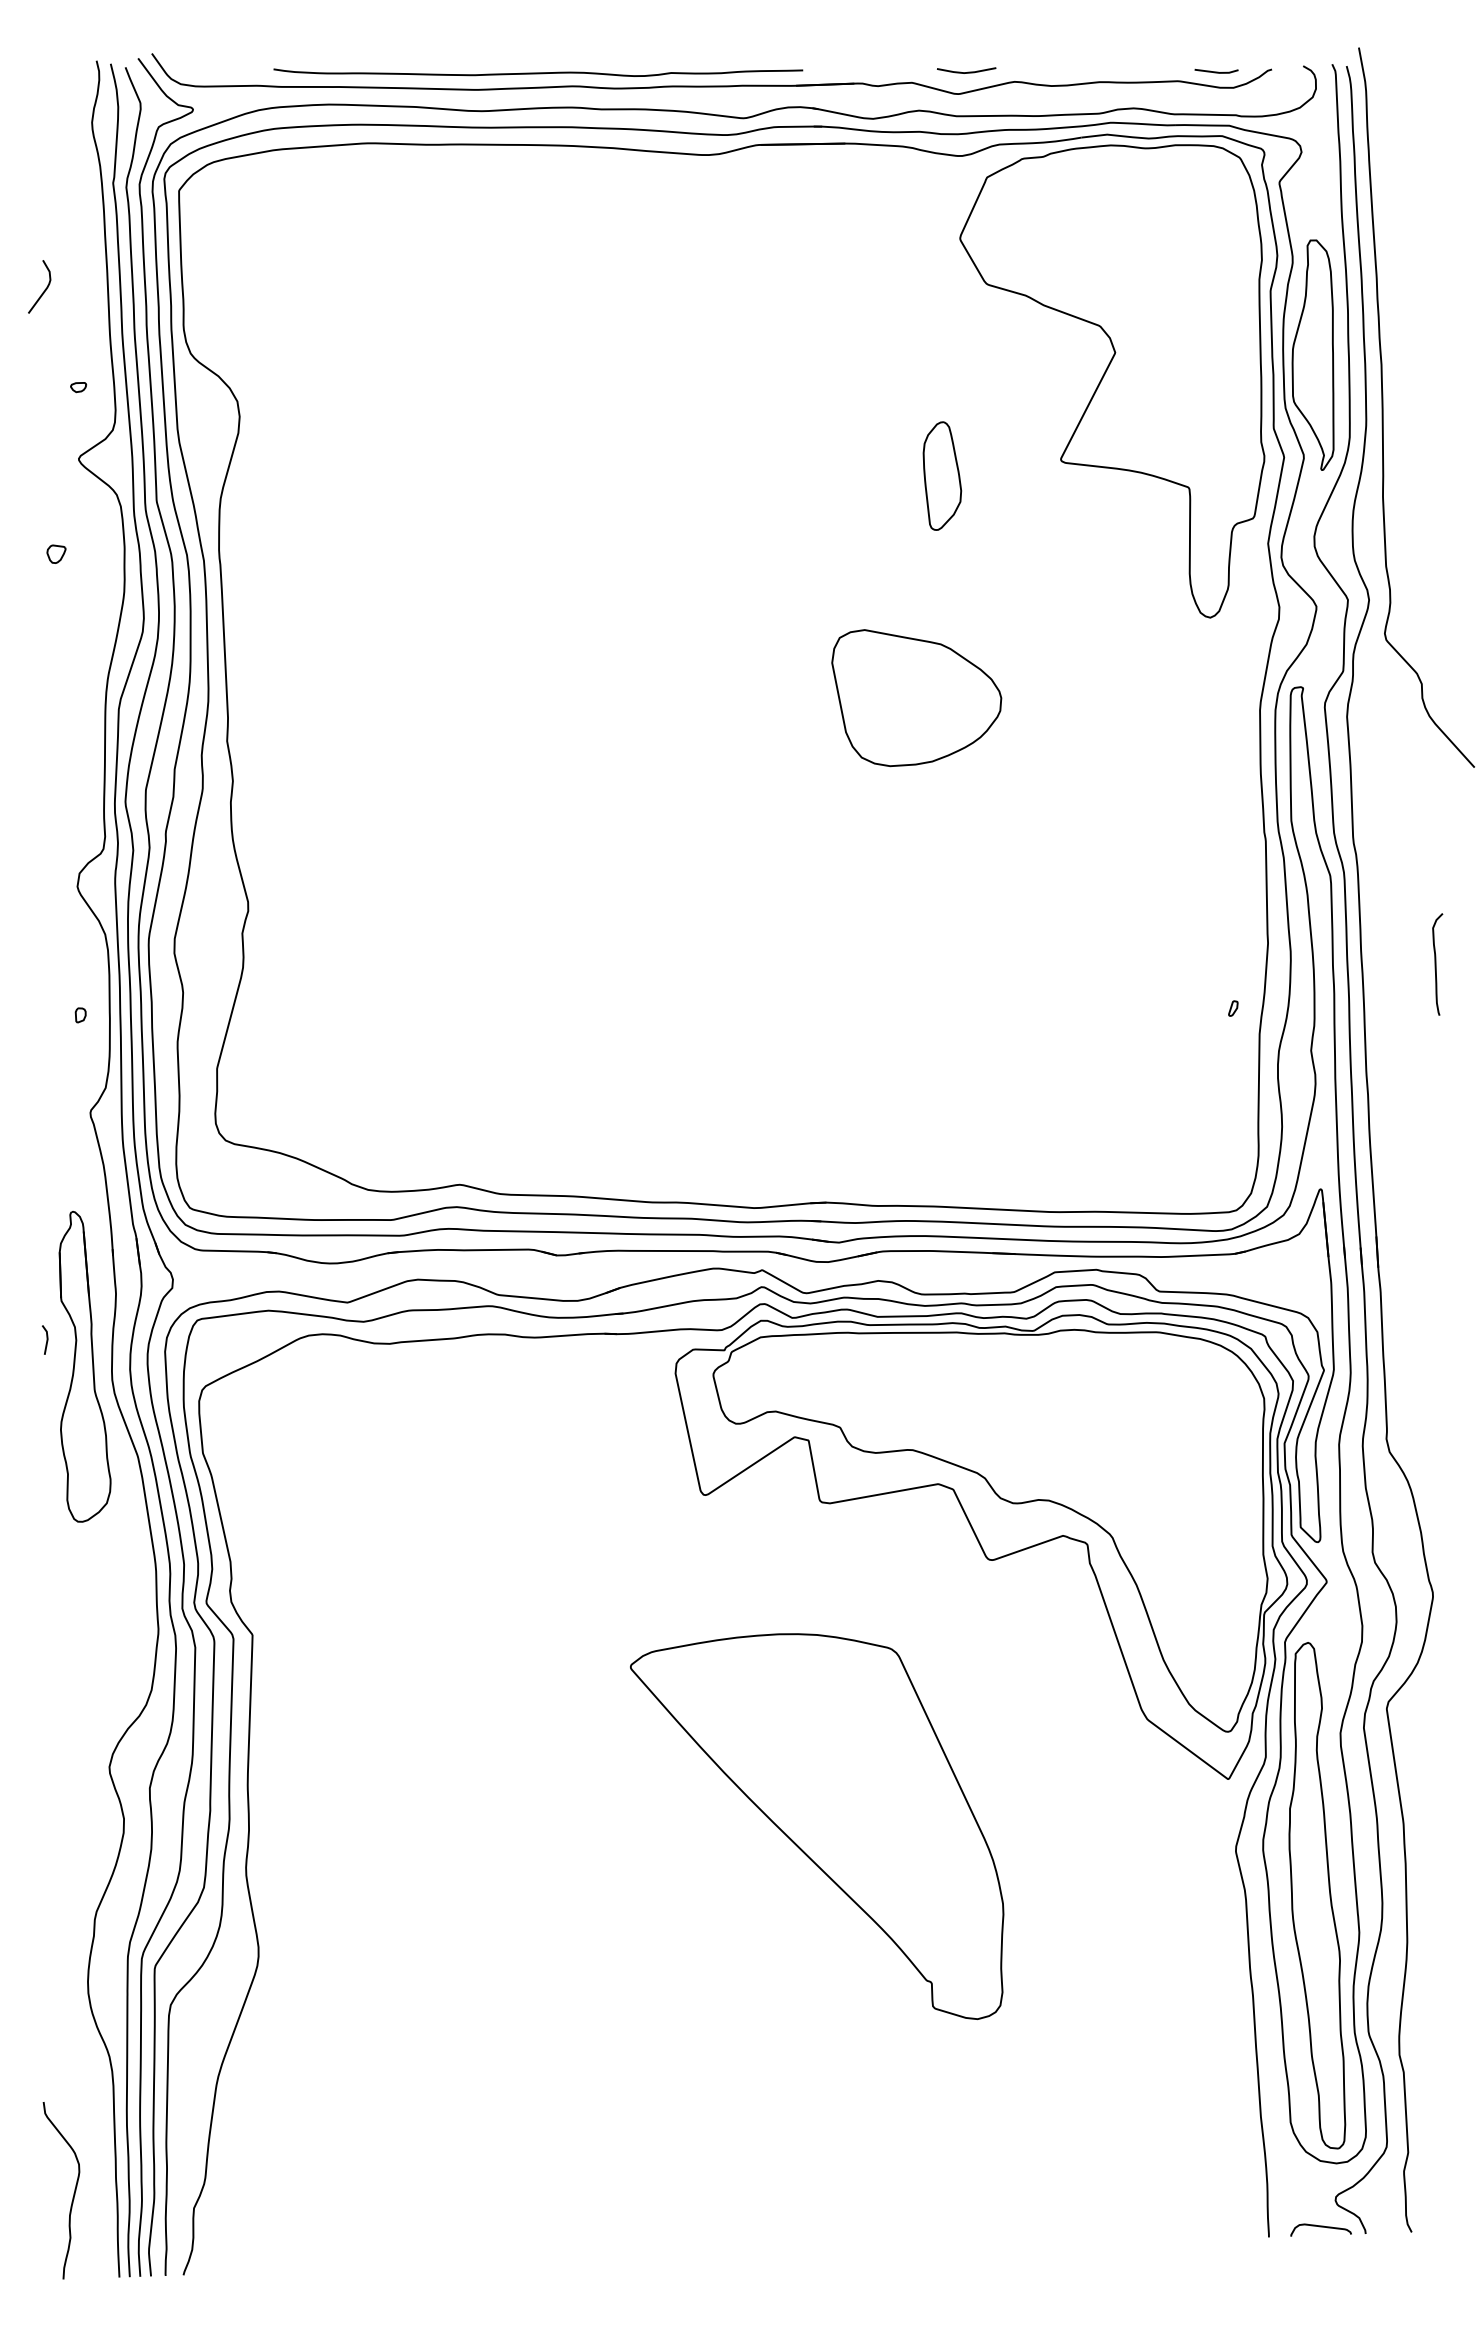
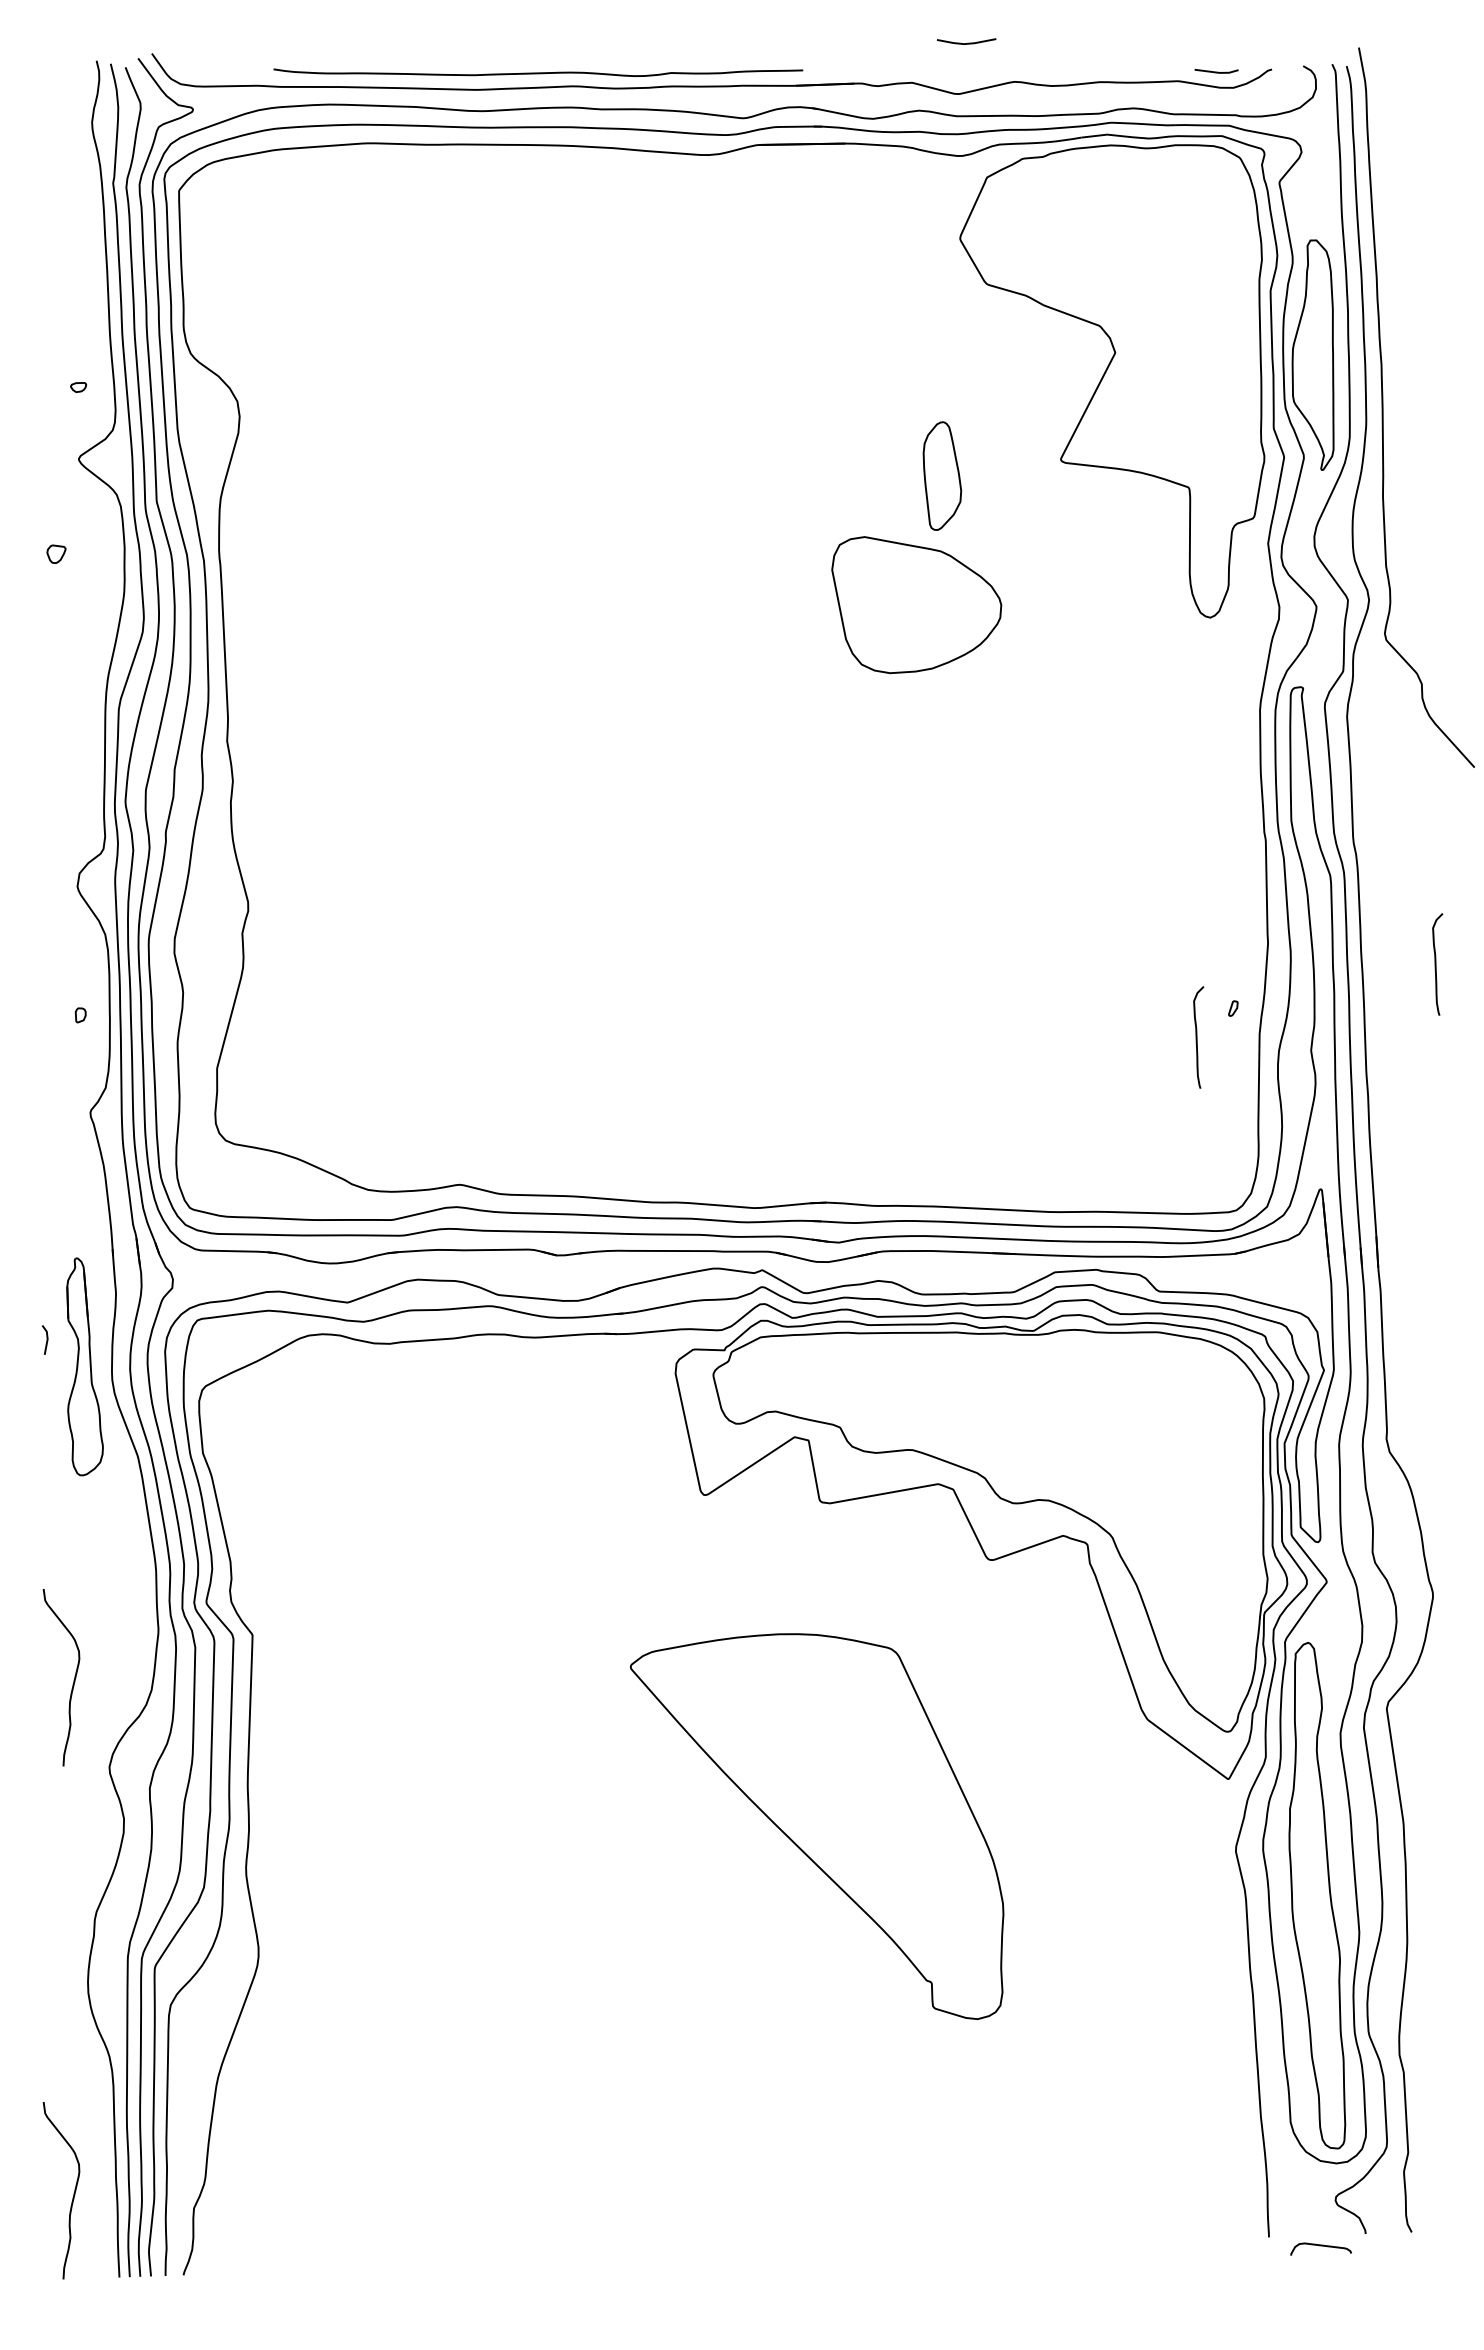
line at (967, 71) position: (967, 71) -> (967, 42)
curve at (44, 289): present -> none
part at (916, 698) position: (916, 698) -> (916, 605)
curve at (1197, 1037): none -> present
part at (84, 1366) size: 54x312 px -> 38x220 px
curve at (73, 1680): none -> present
curve at (1320, 2227) position: (1320, 2227) -> (1320, 2246)
